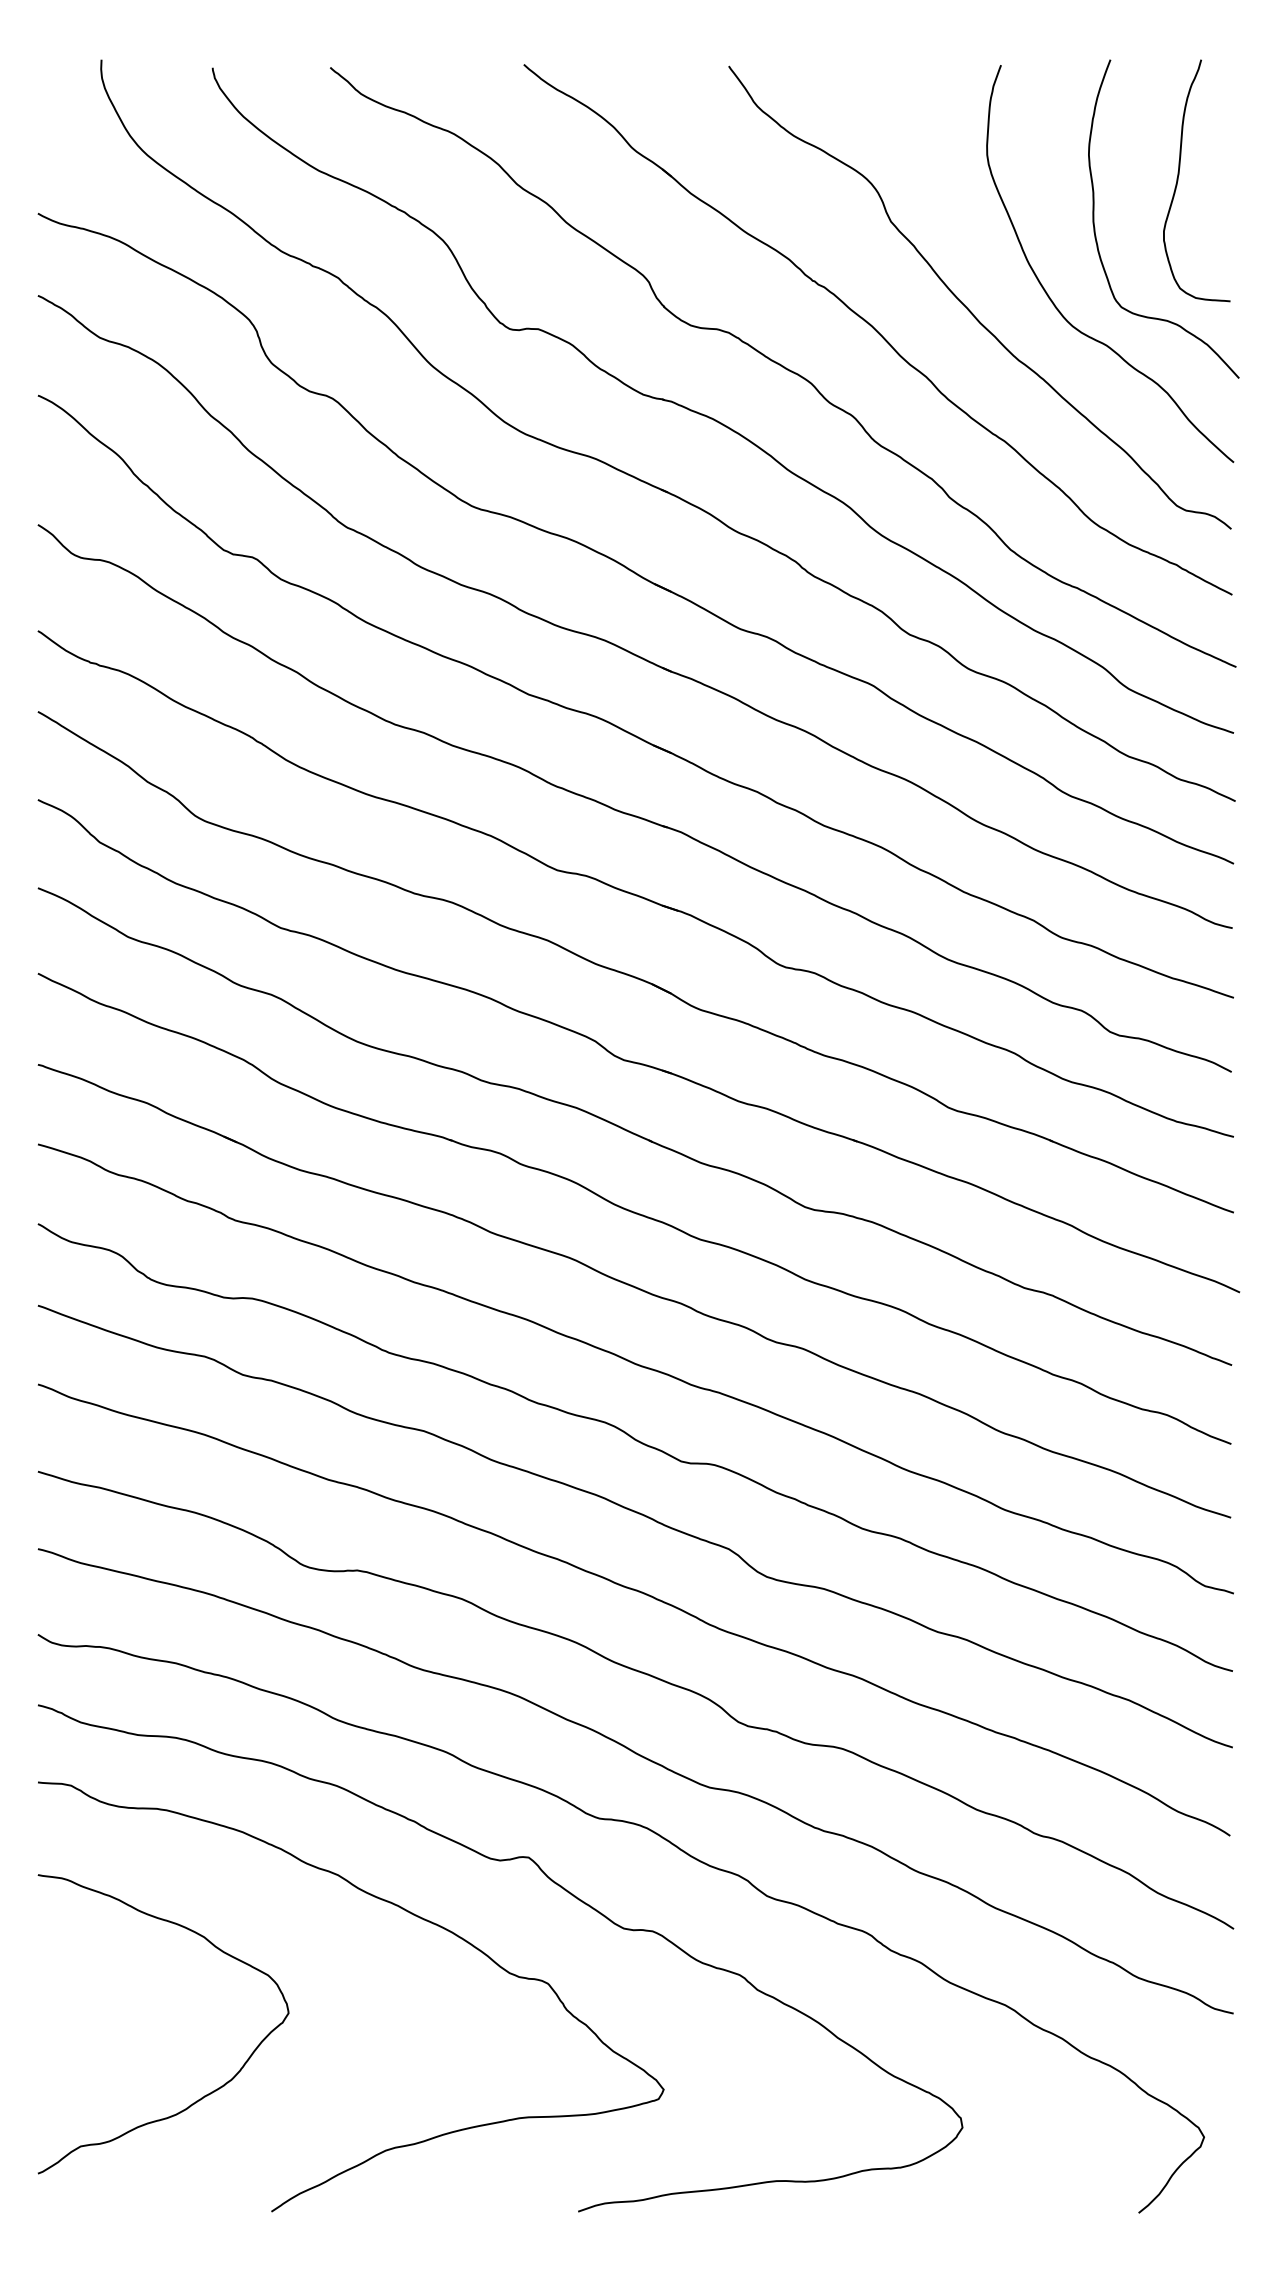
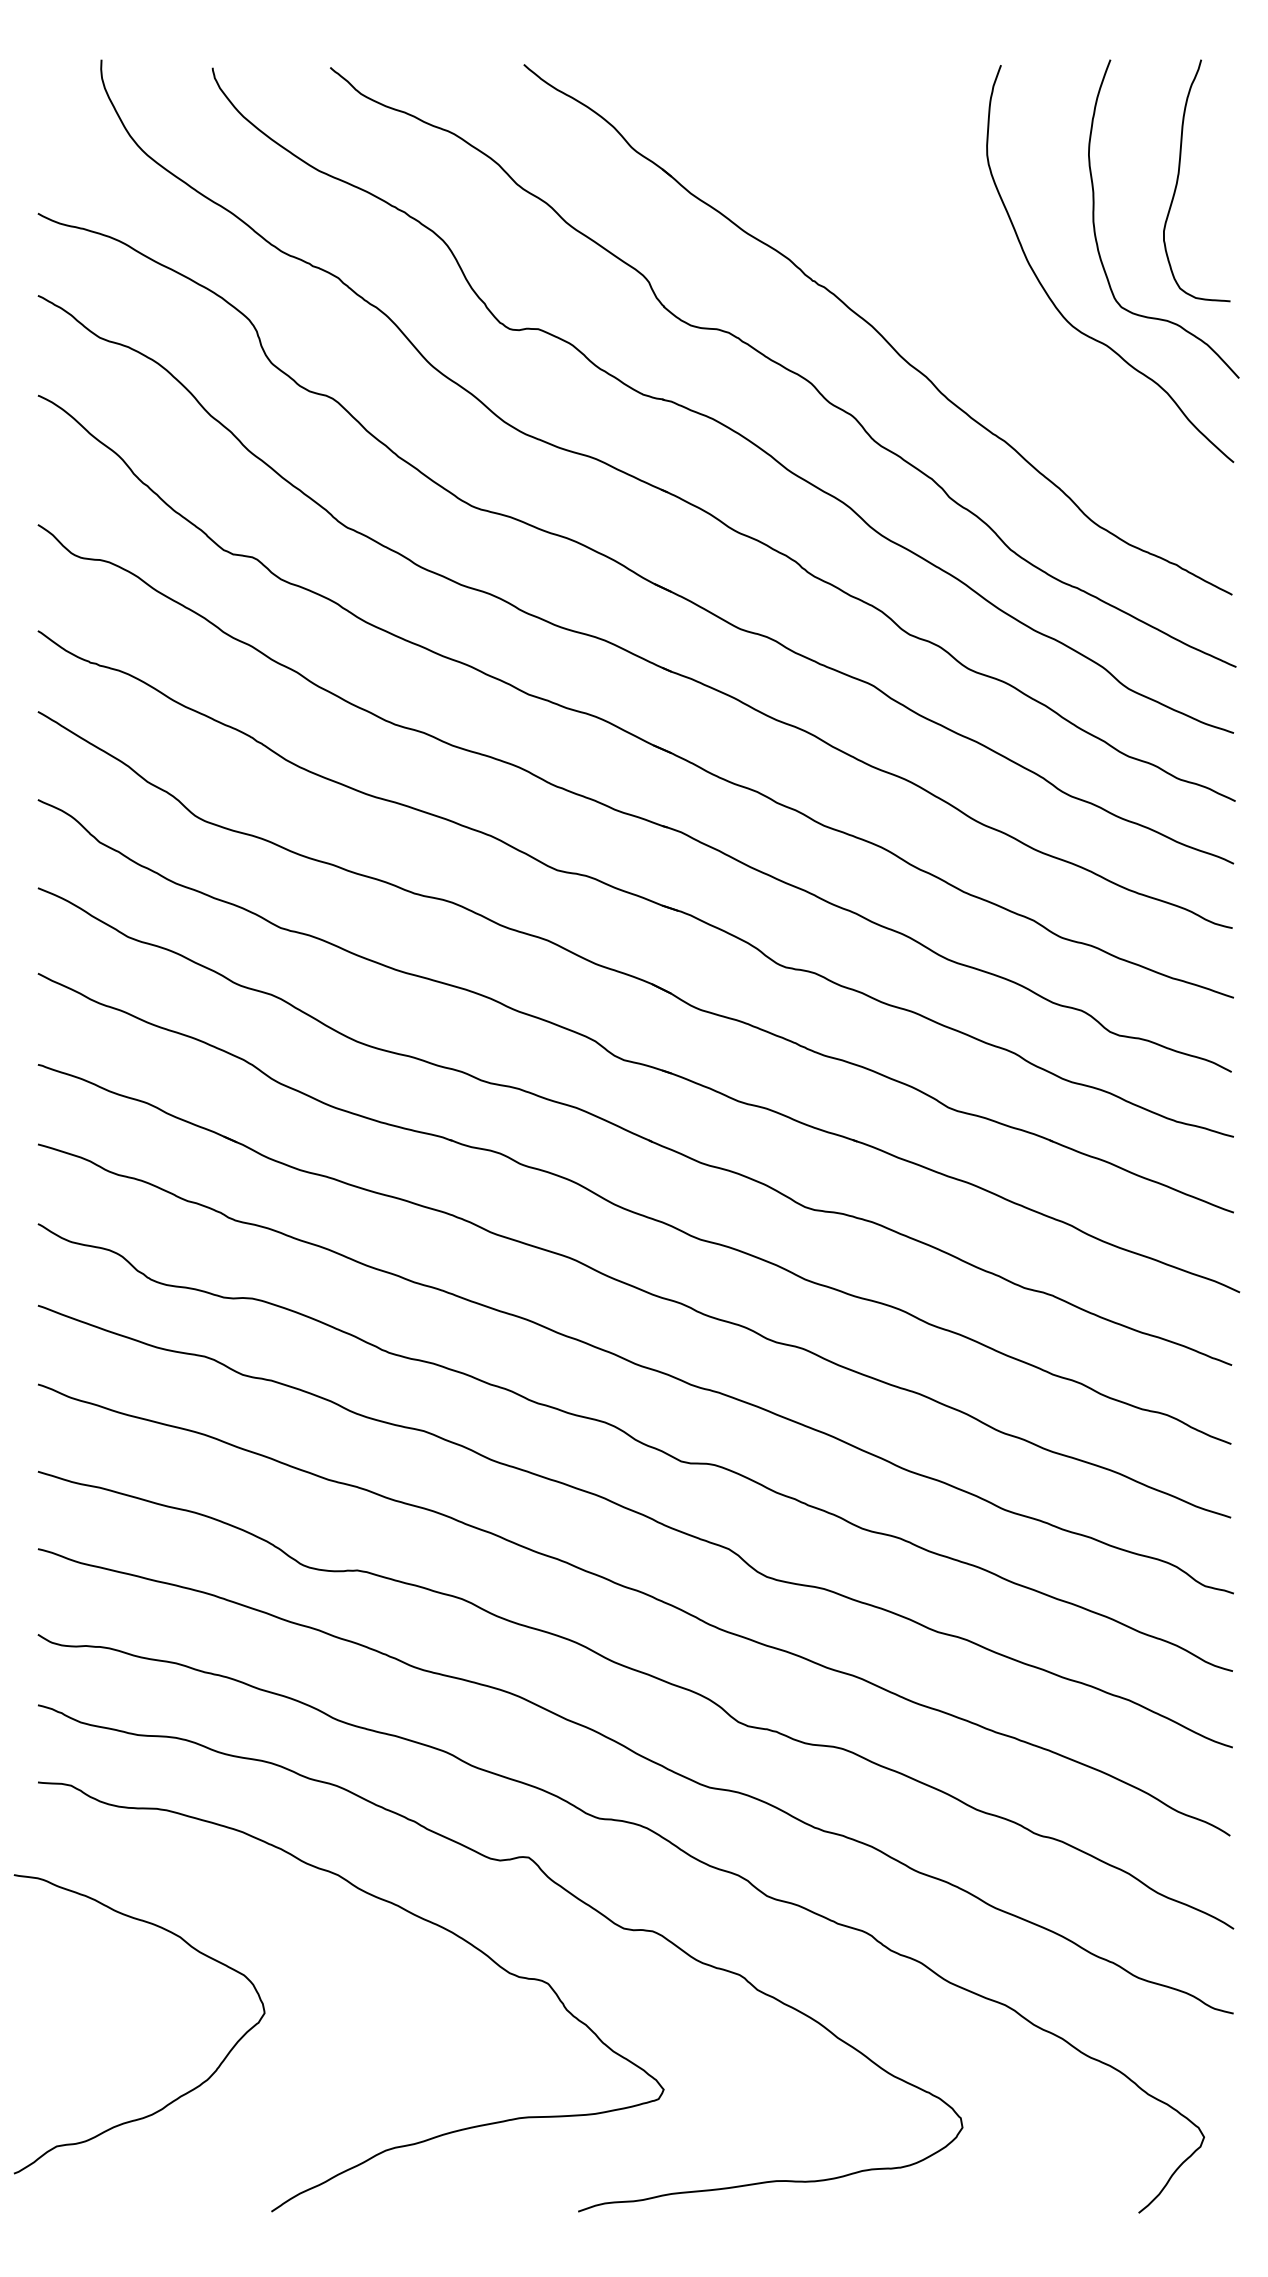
curve at (968, 308): present -> none
curve at (204, 2095) position: (204, 2095) -> (180, 2095)
